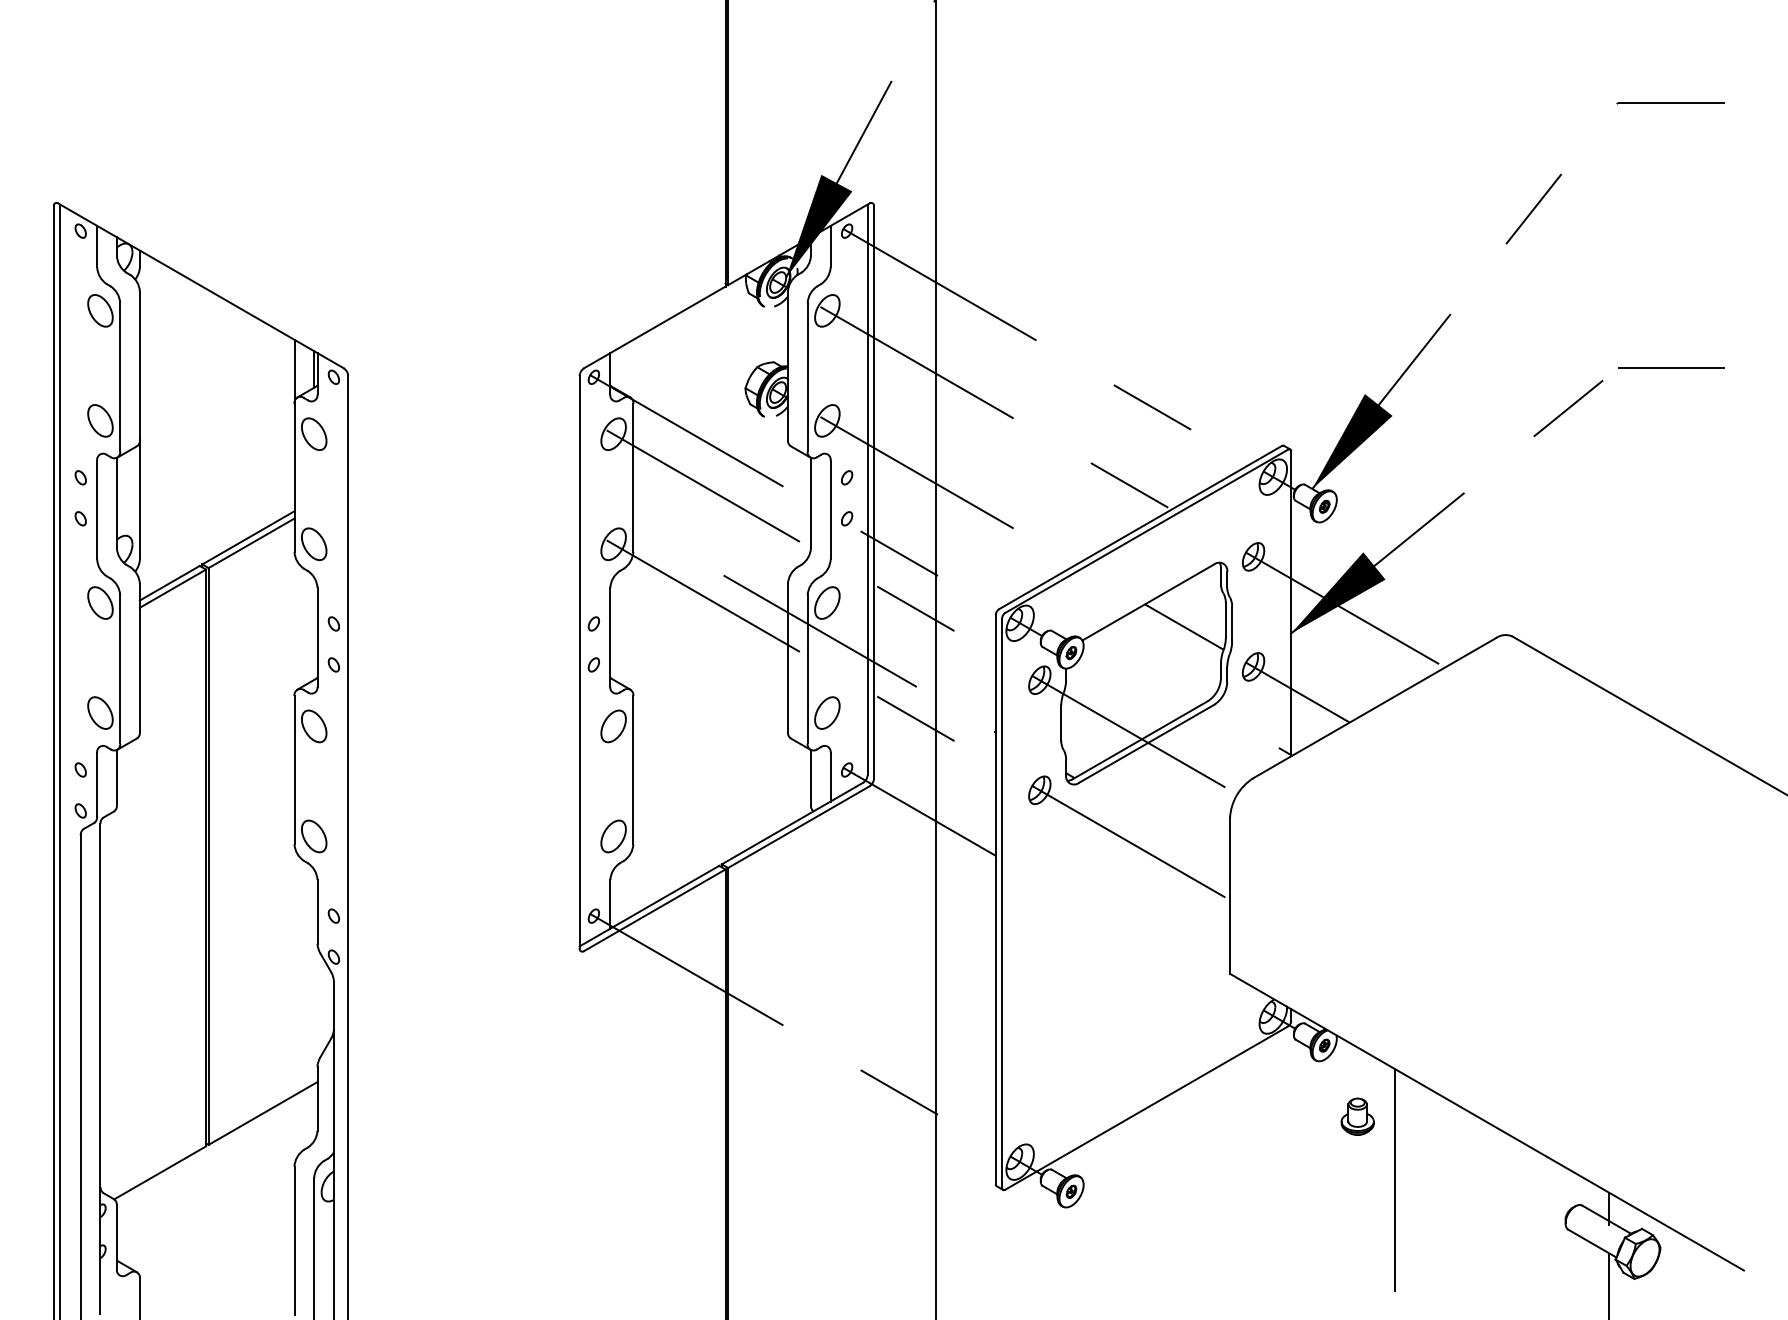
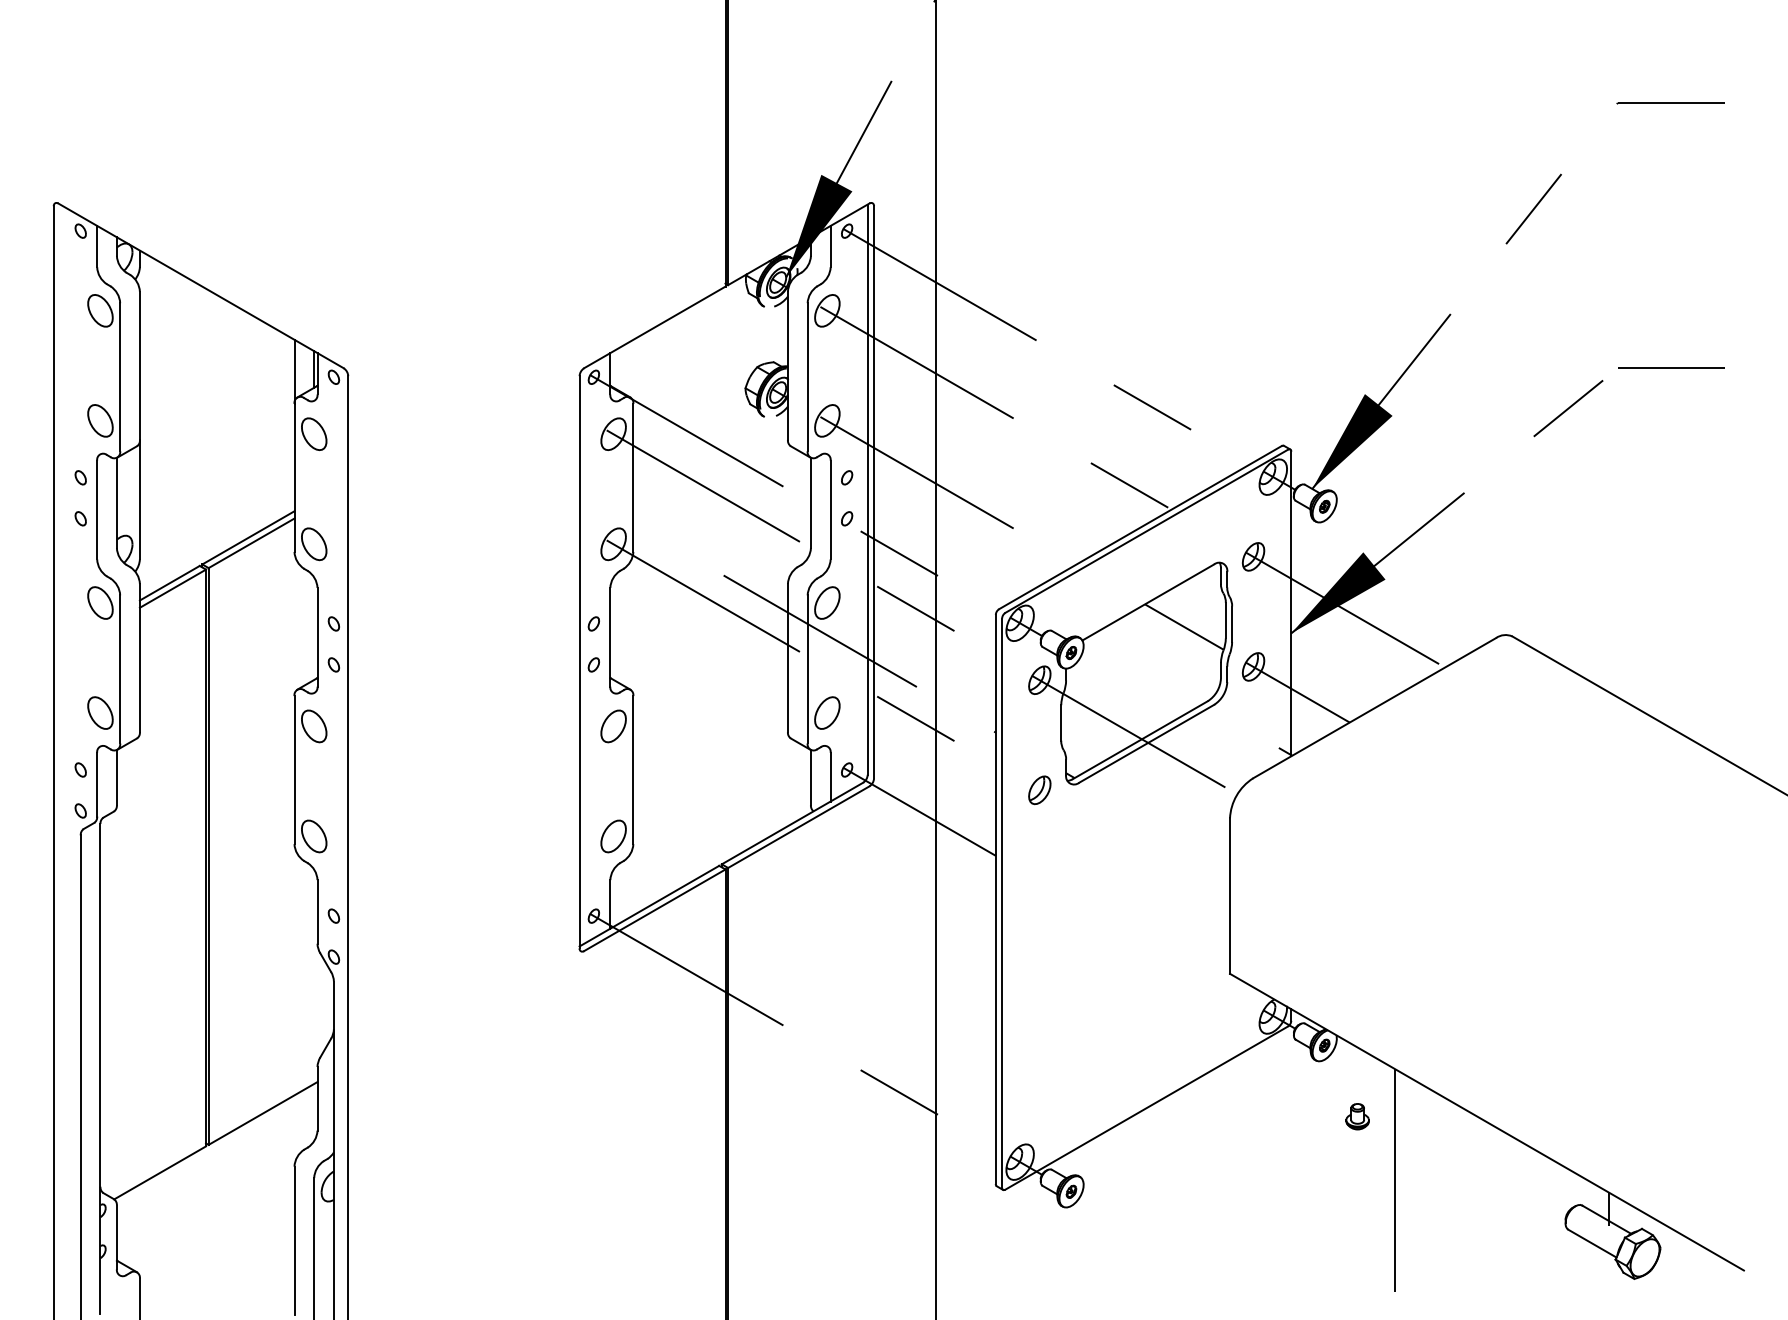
line at (60, 760): present -> none
line at (1131, 842): present -> none
part at (1357, 1116) size: 35x39 px -> 25x28 px
line at (1608, 1284): present -> none
